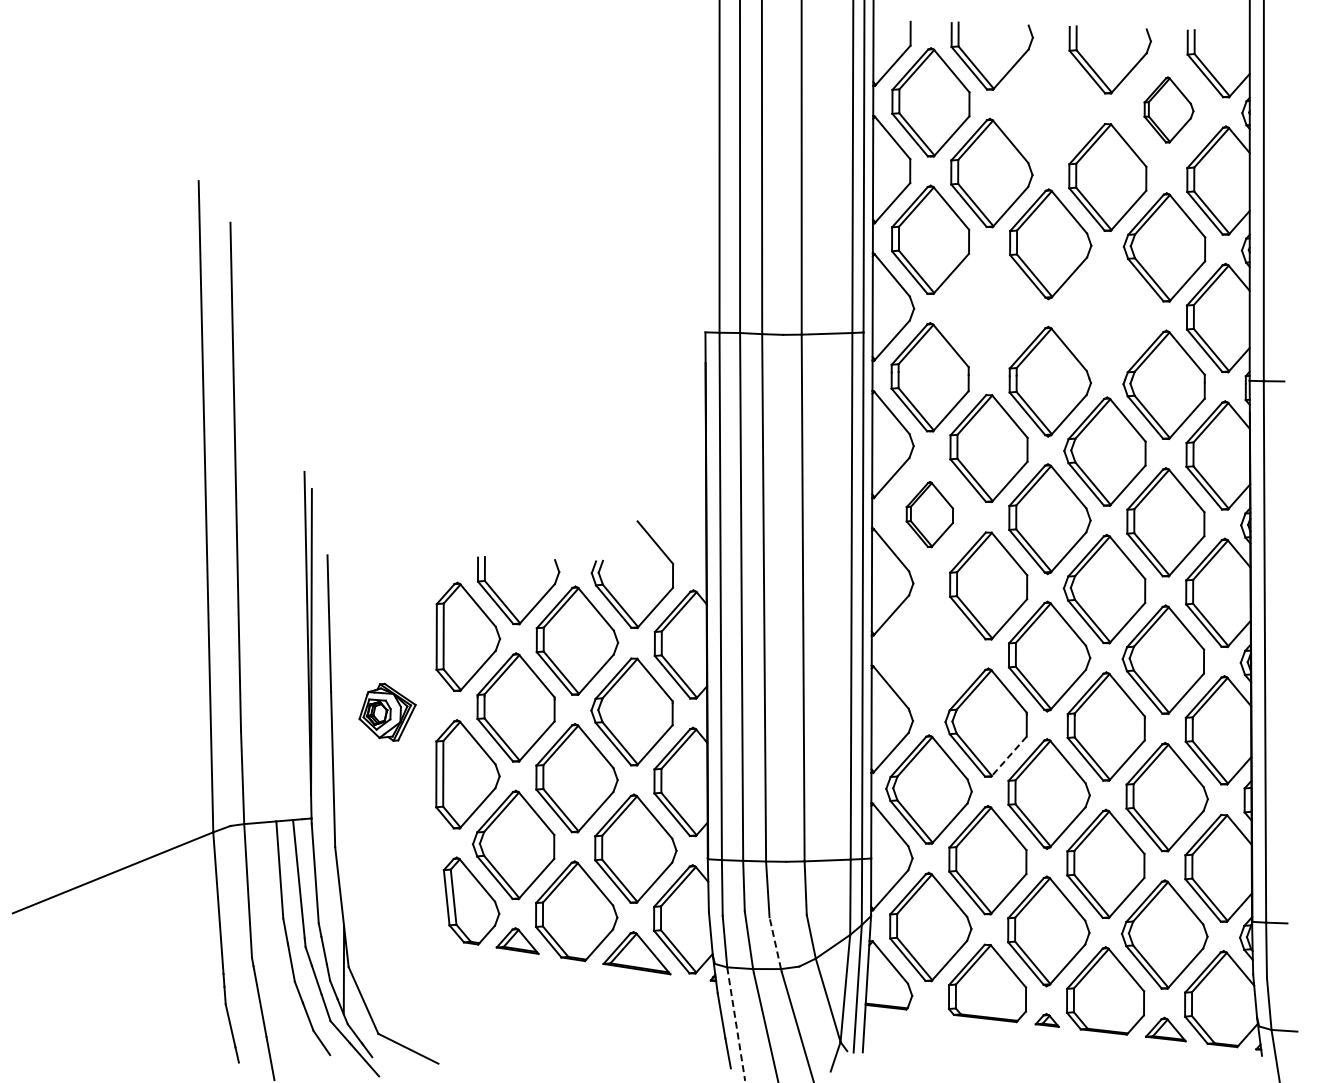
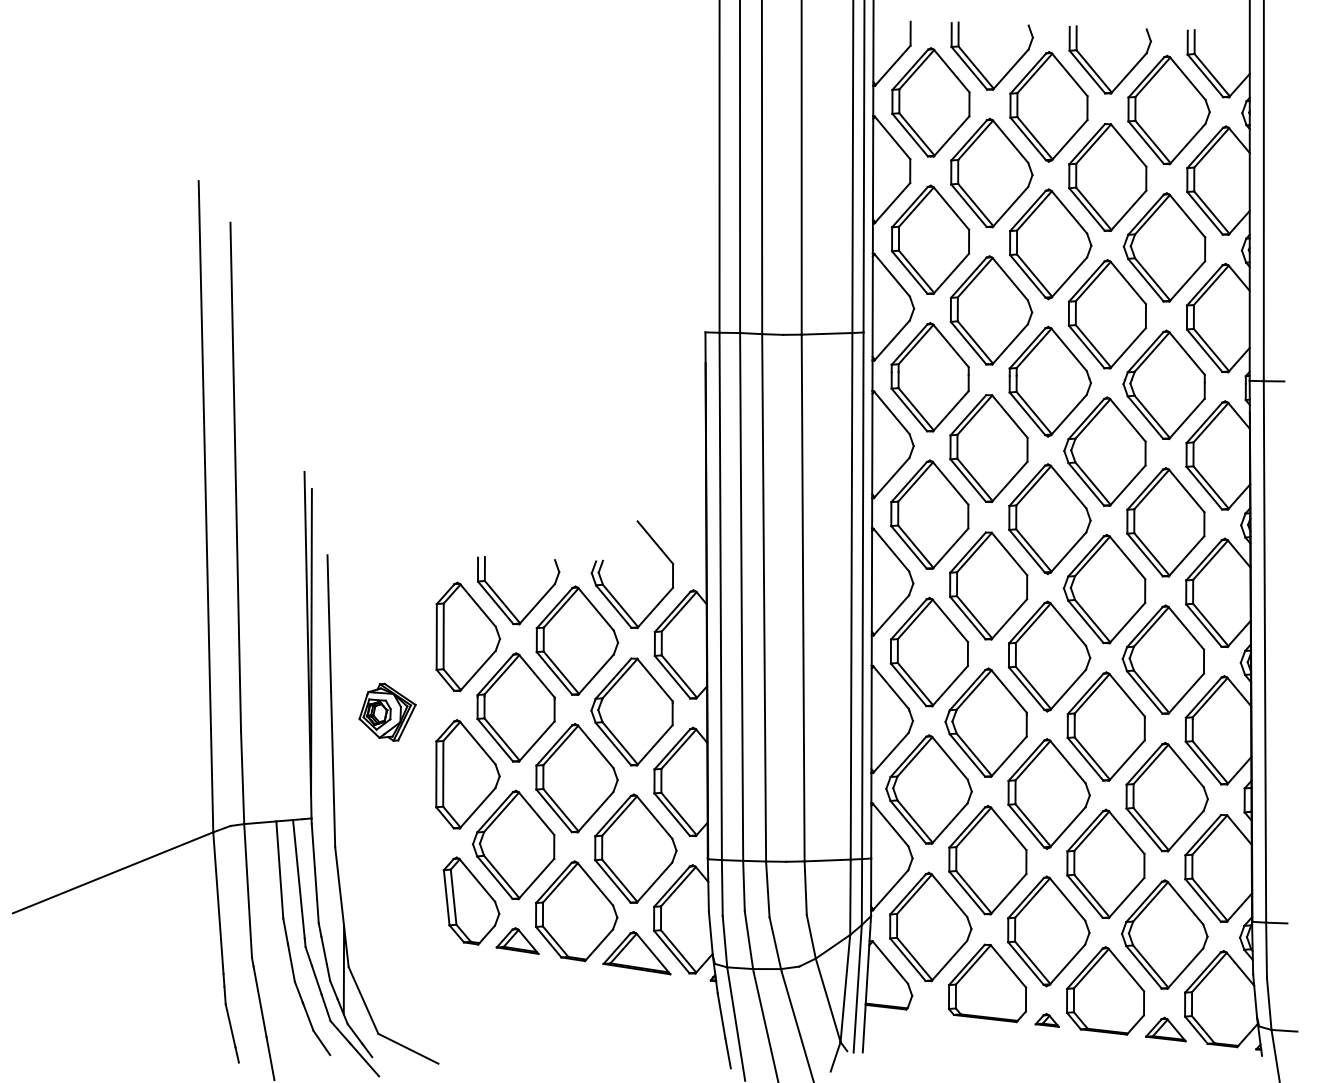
part at (1048, 106): none -> present
part at (1168, 109) size: 52x68 px -> 84x112 px
part at (991, 310): none -> present
part at (1106, 314): none -> present
part at (929, 514) size: 50x68 px -> 80x111 px
part at (928, 652): none -> present
line at (1008, 756): dashed -> solid
line at (775, 943): dashed -> solid
line at (736, 1024): dashed -> solid
